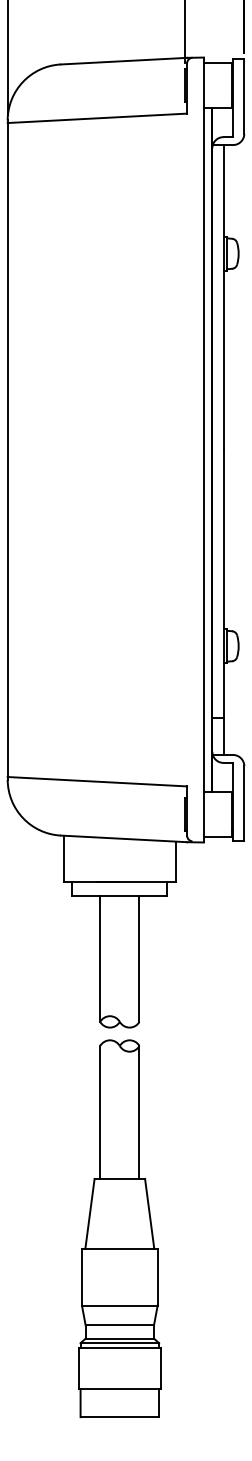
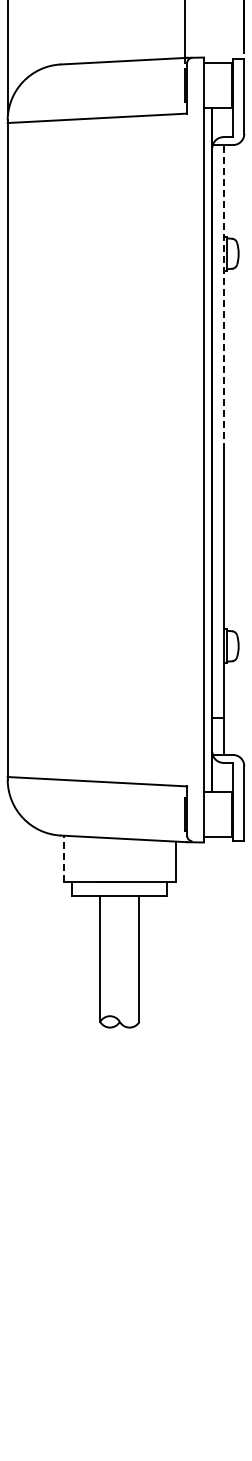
line at (223, 297): solid -> dashed
line at (63, 858): solid -> dashed
part at (119, 1228): present -> none
